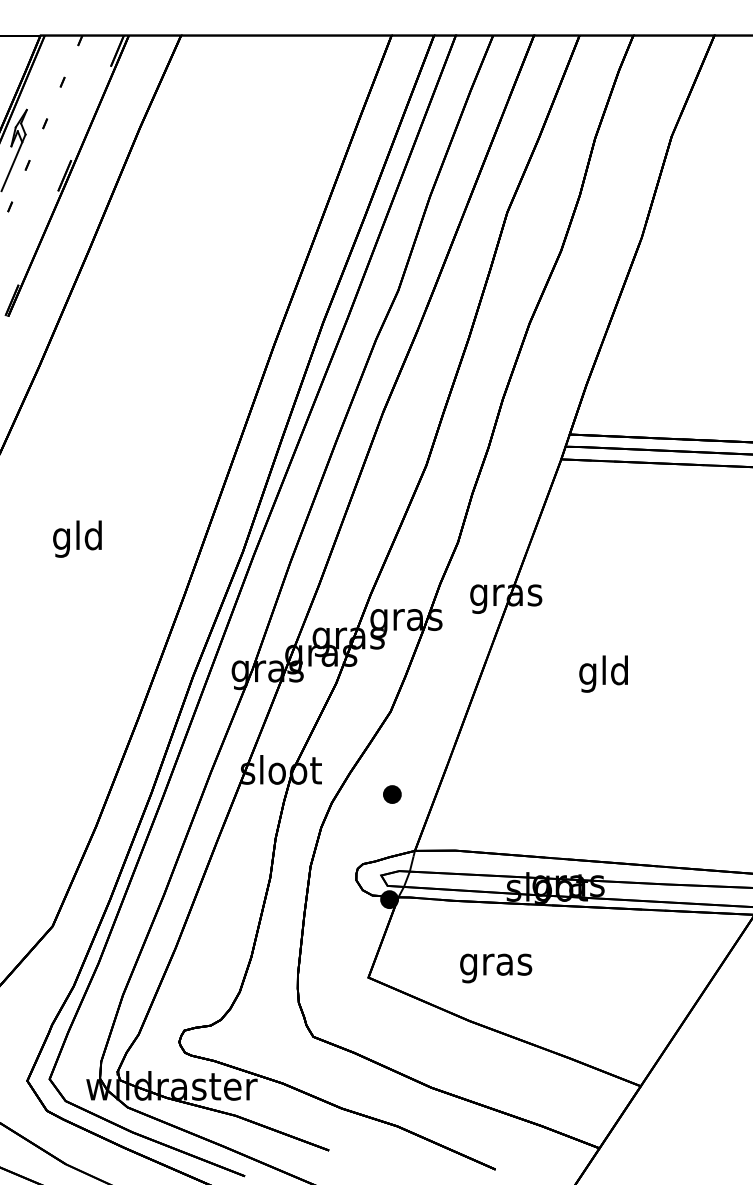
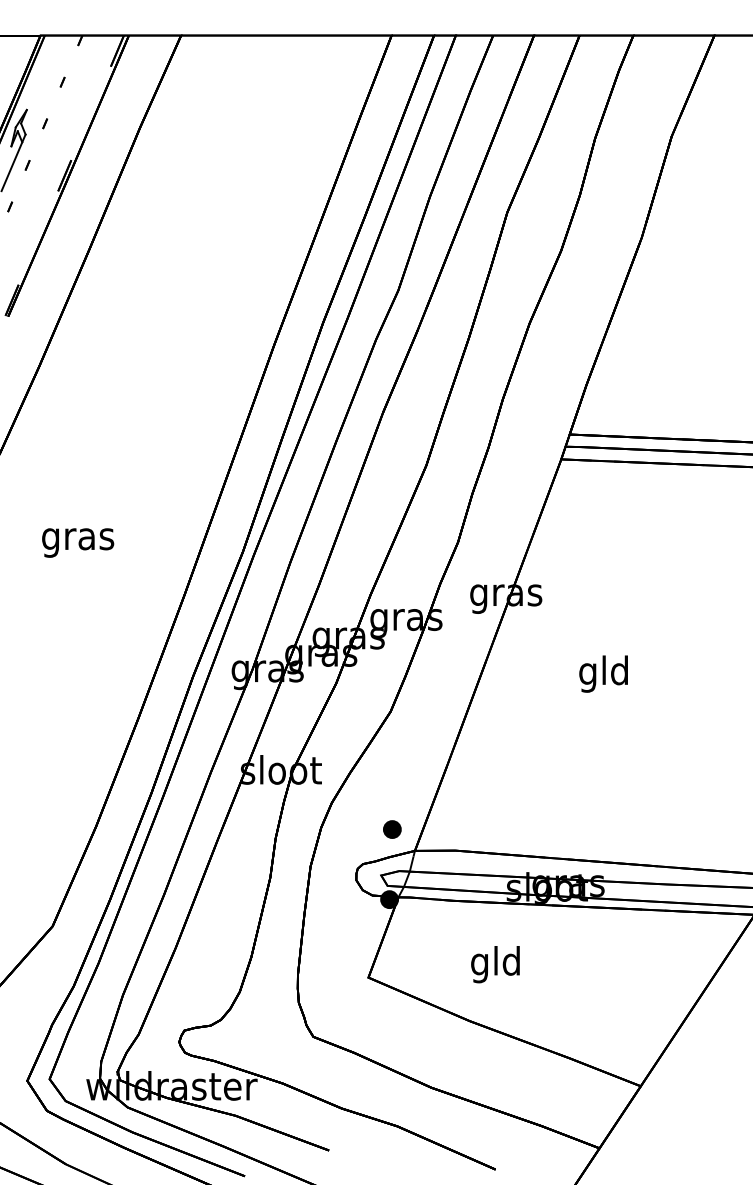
text at (78, 538): gld -> gras
part at (392, 794) position: (392, 794) -> (392, 829)
text at (496, 964): gras -> gld
